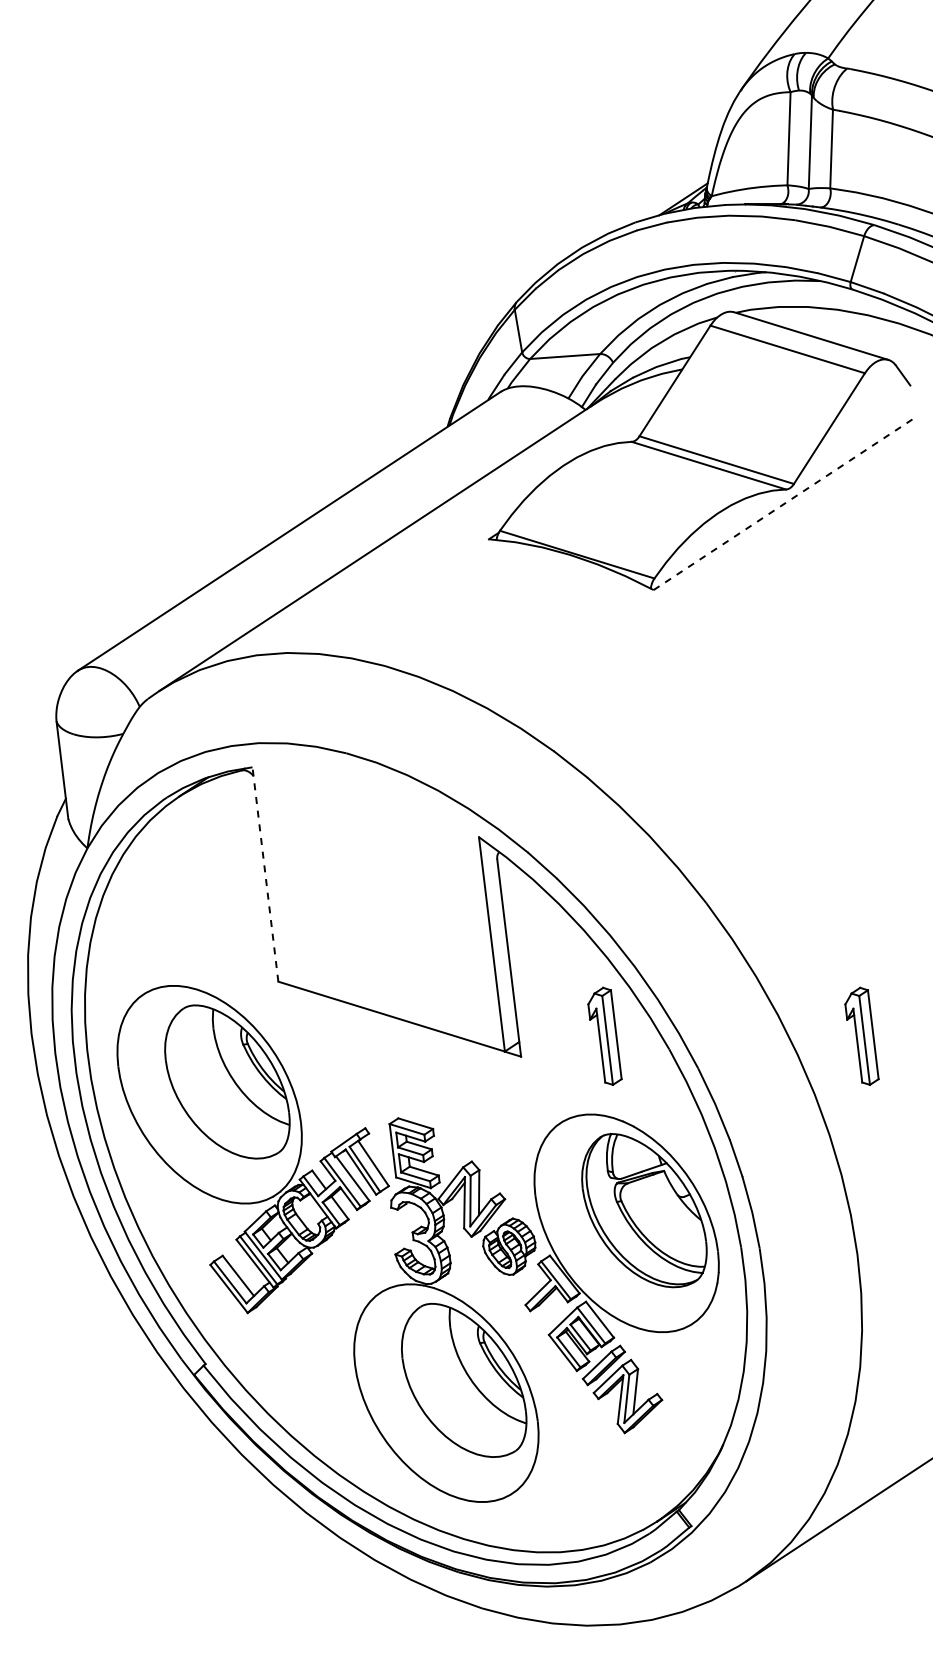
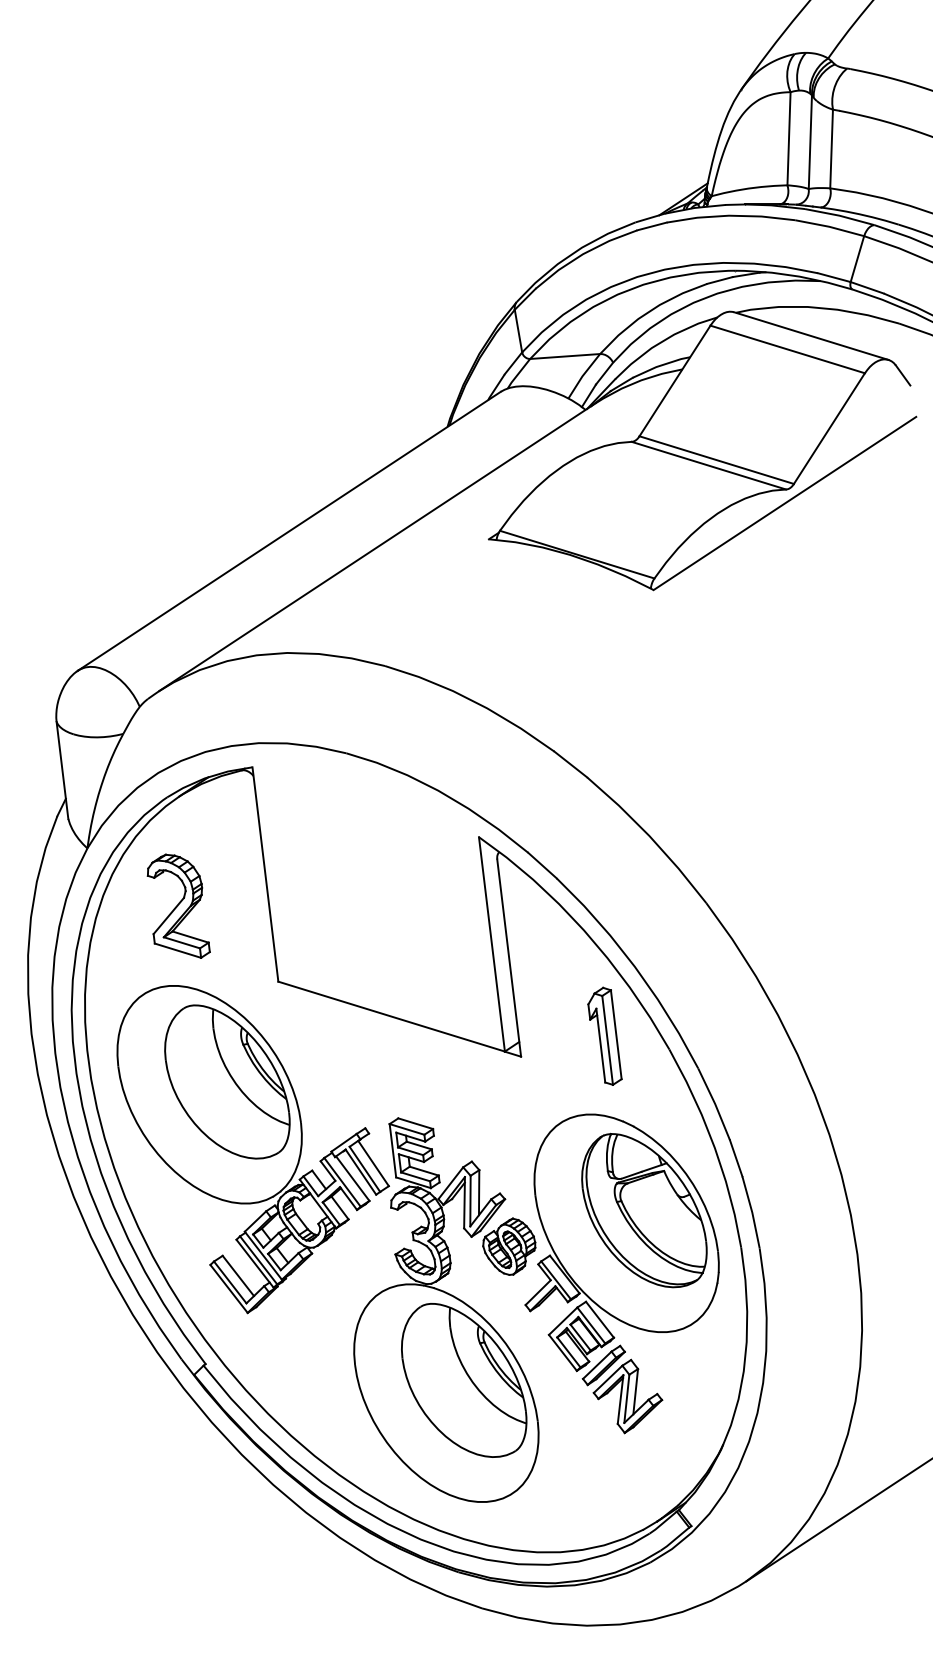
line at (785, 503): dashed -> solid
line at (265, 874): dashed -> solid
part at (178, 905): none -> present
part at (861, 1035): present -> none
